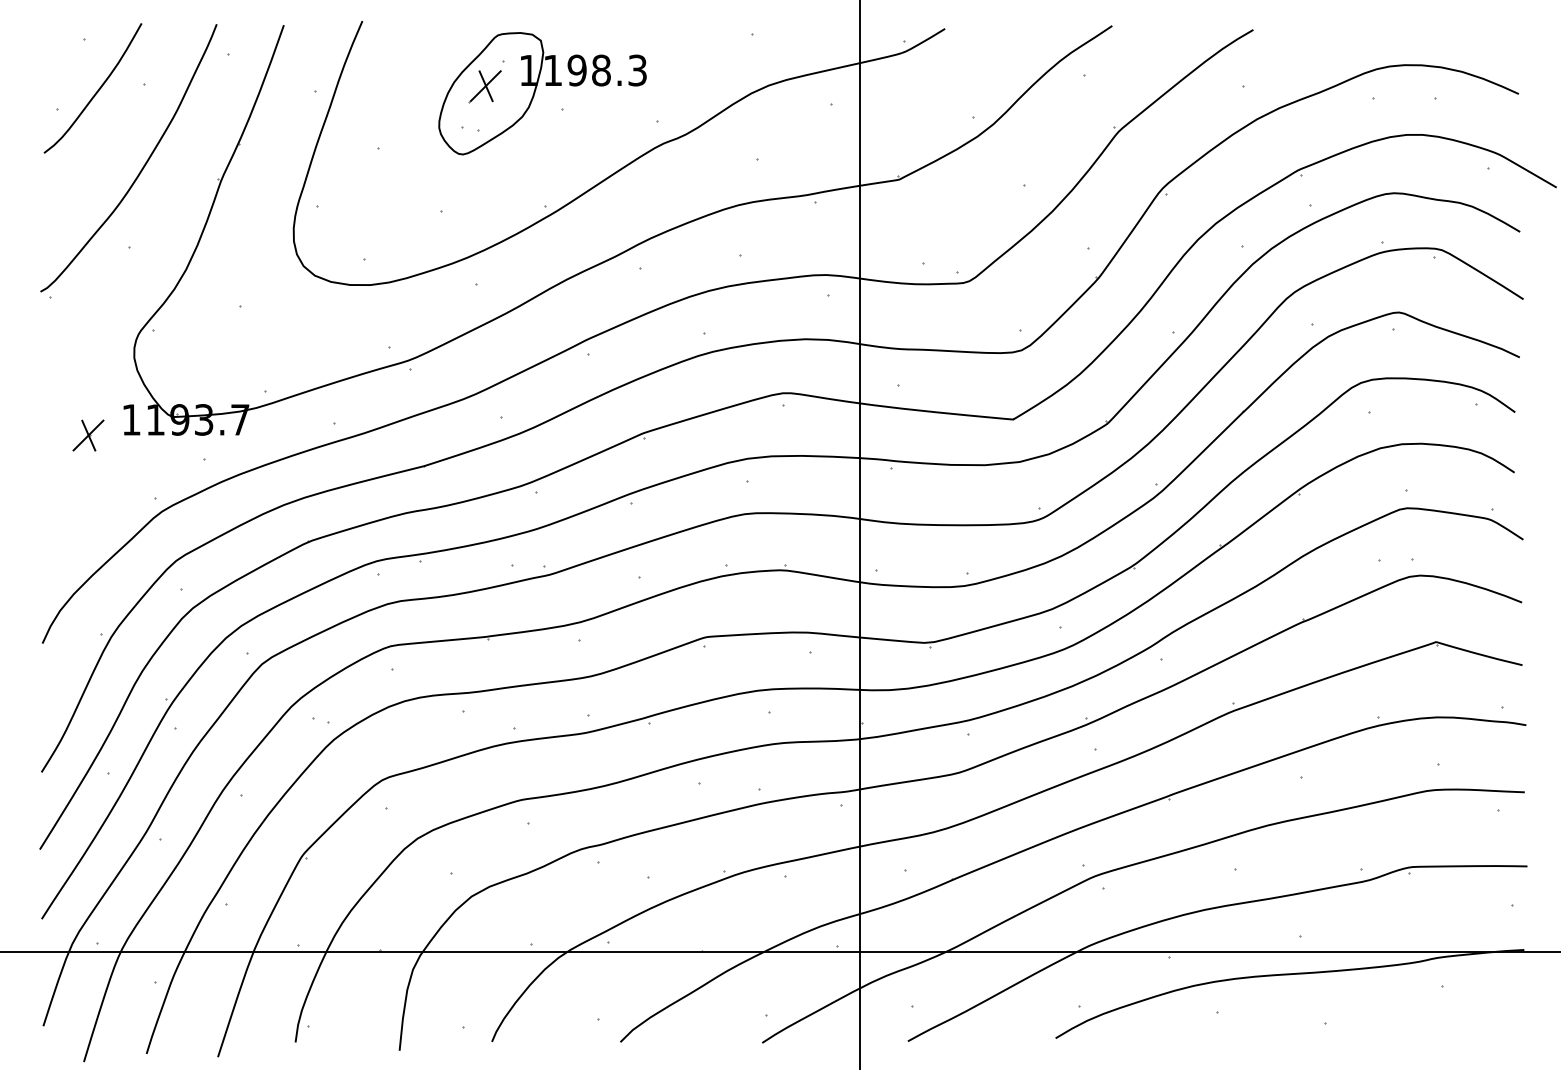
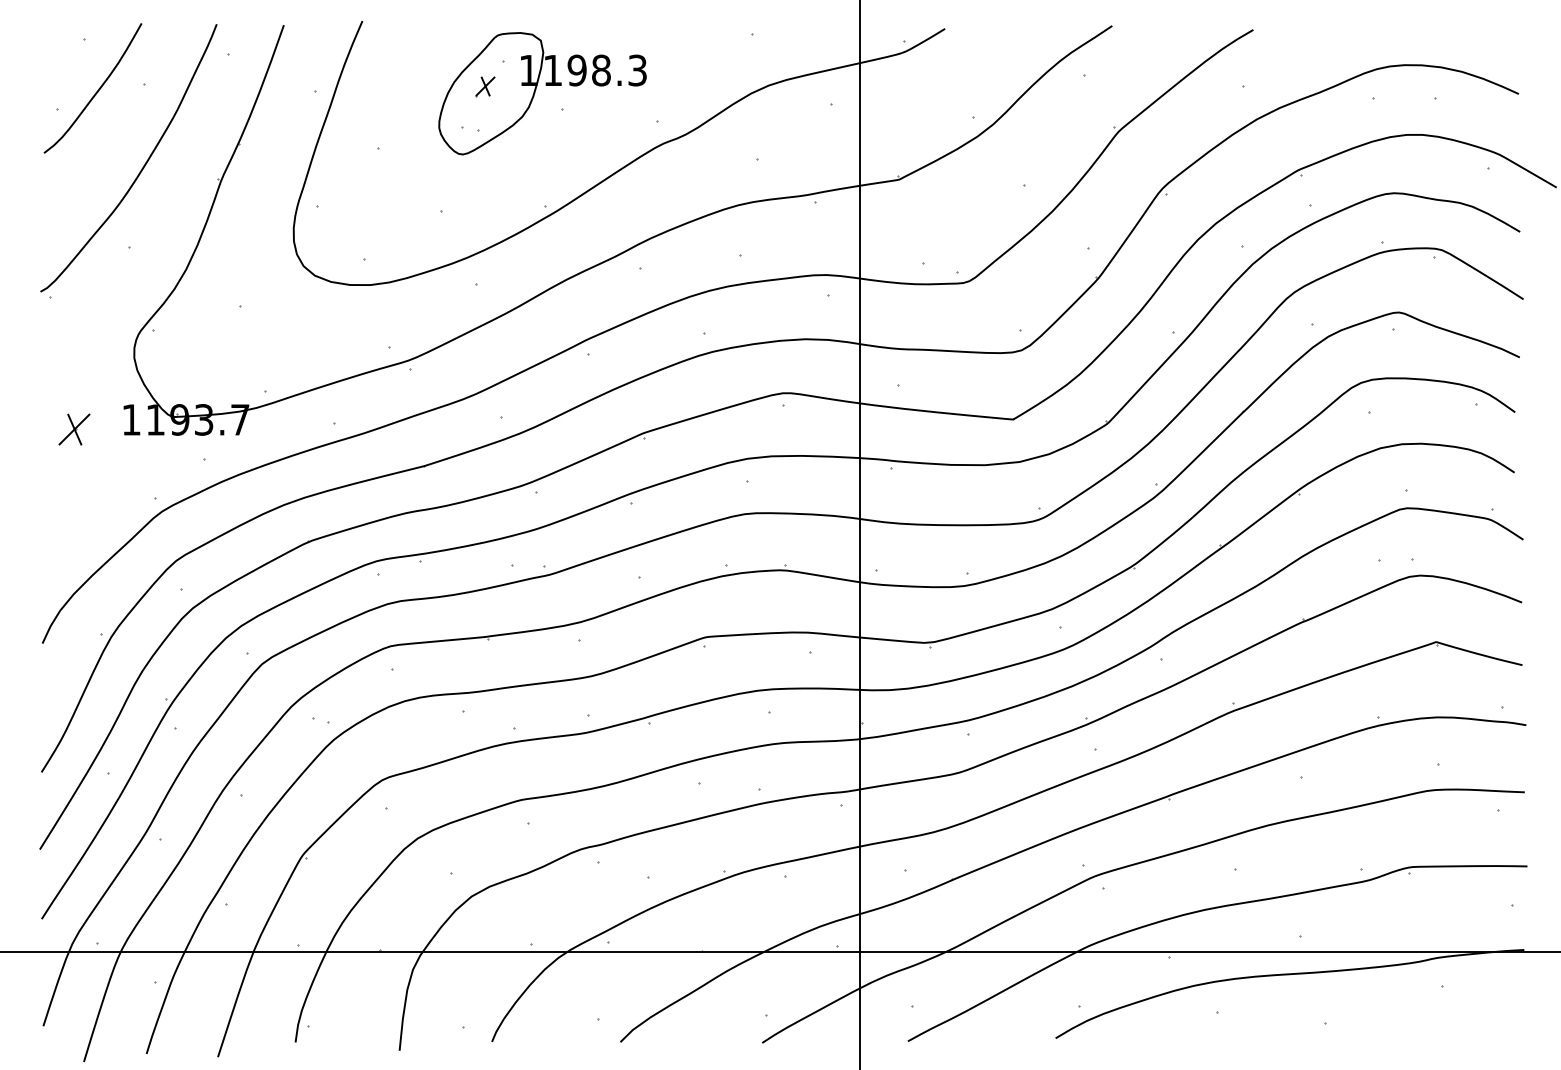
part at (484, 86) size: 34x34 px -> 21x22 px
part at (88, 435) position: (88, 435) -> (74, 429)
